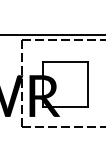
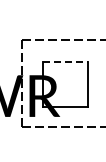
line at (52, 34): present -> none
line at (65, 62): solid -> dashed
